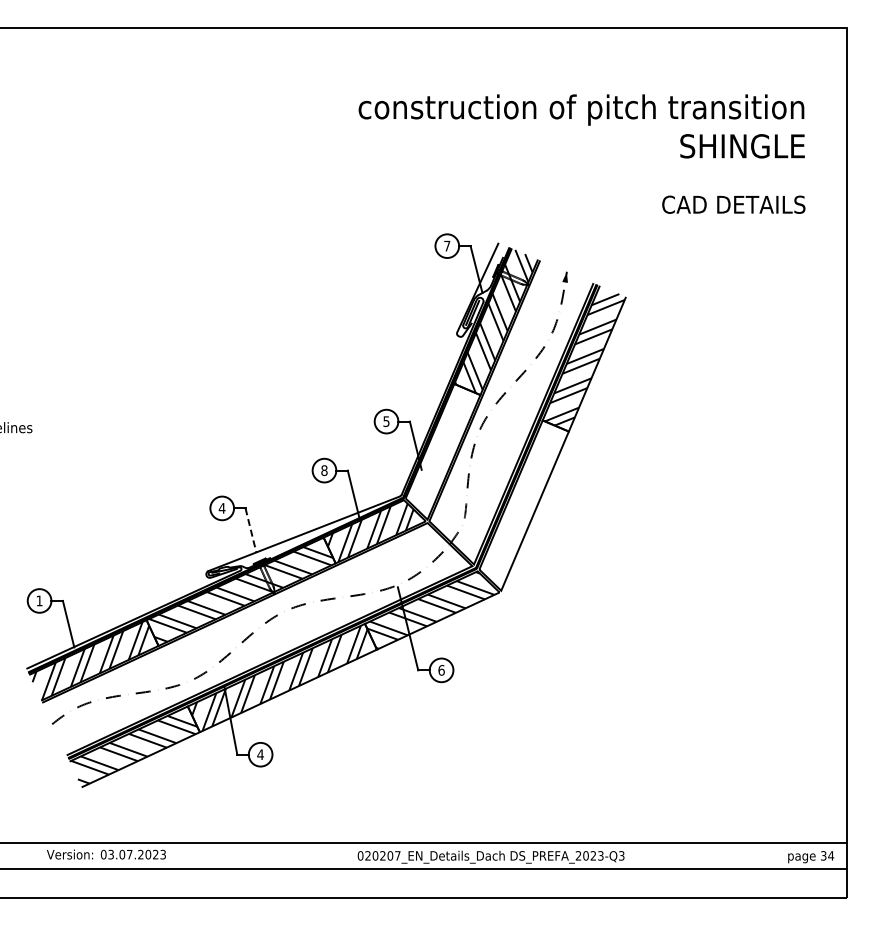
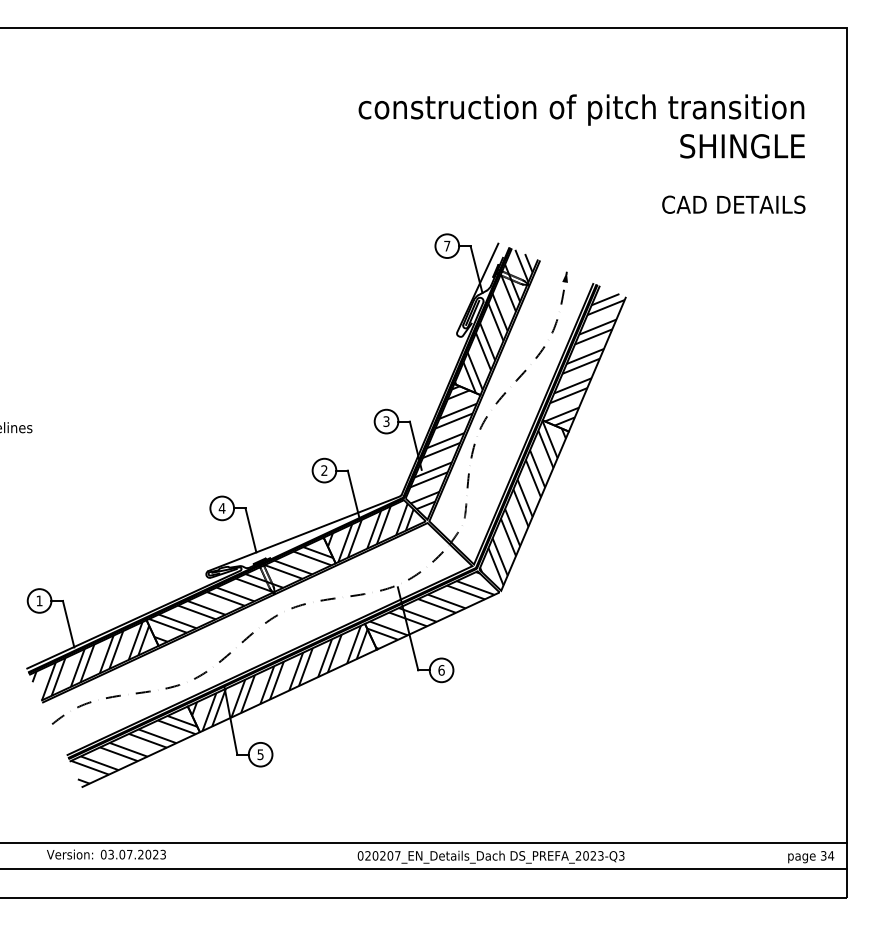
text at (386, 421): 5 -> 3
hatch at (443, 447): none -> present
text at (324, 470): 8 -> 2
hatch at (522, 502): none -> present
line at (250, 530): dashed -> solid
text at (260, 754): 4 -> 5
